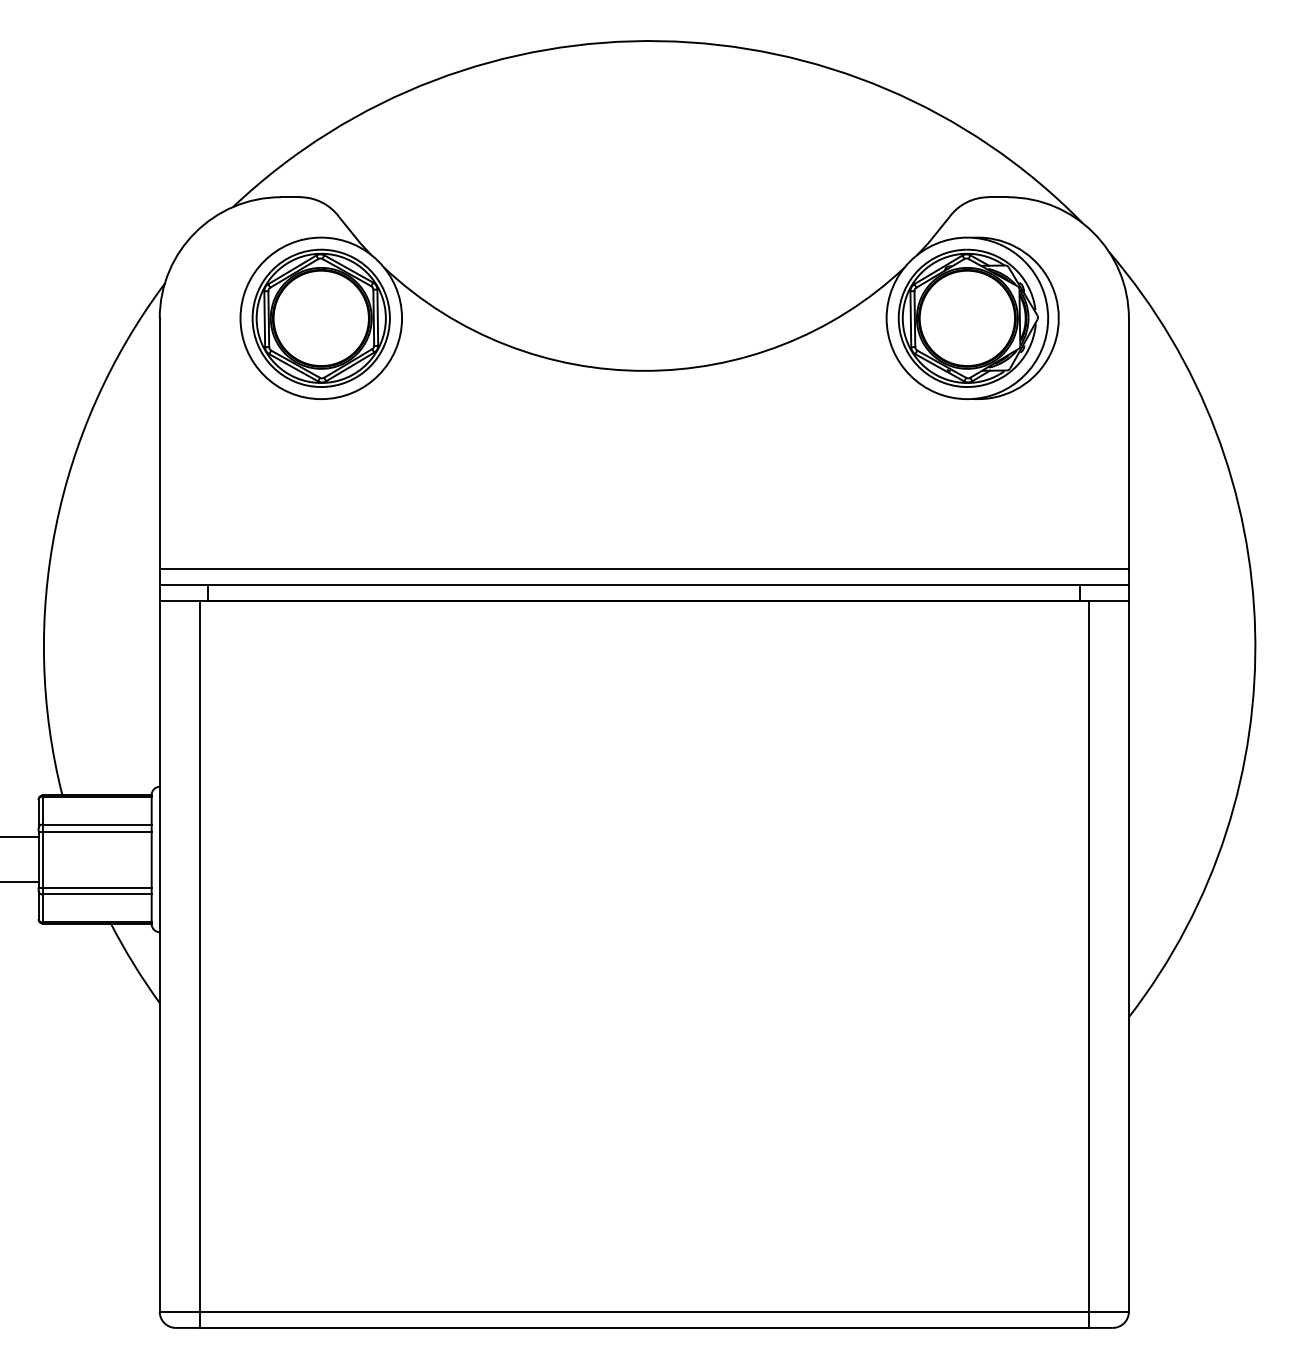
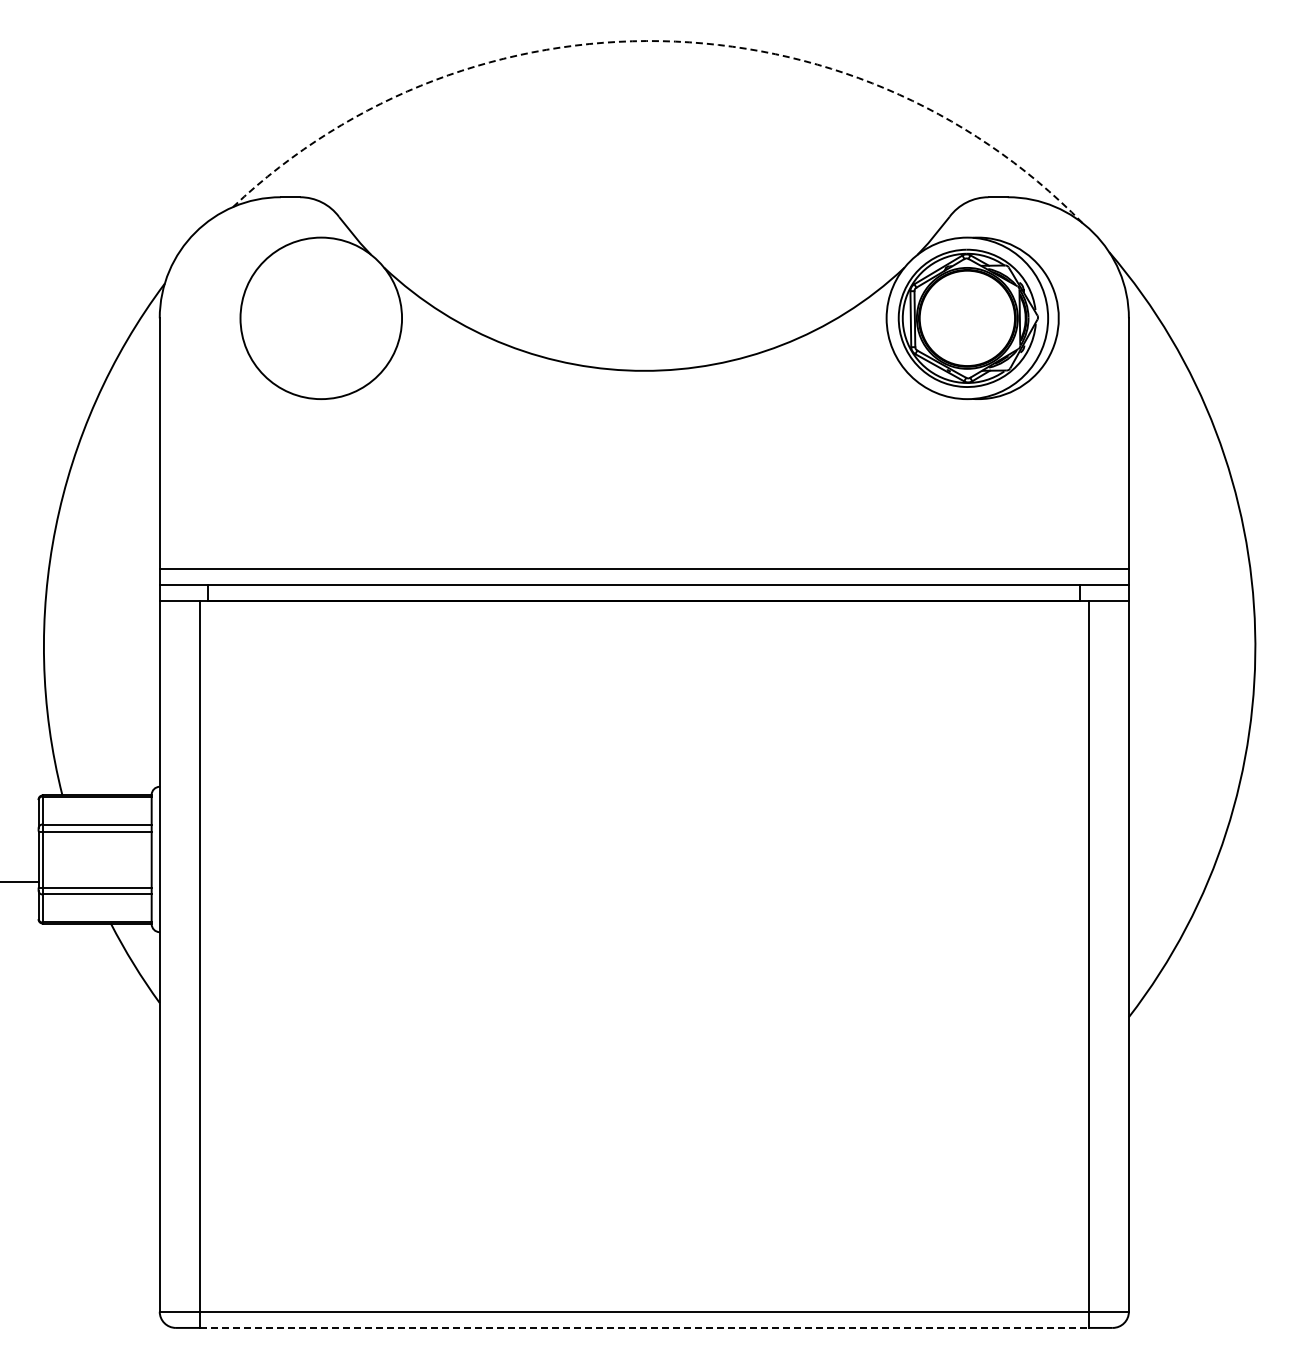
arc at (661, 41): solid -> dashed
part at (320, 317): present -> none
line at (20, 836): present -> none
line at (644, 1327): solid -> dashed
